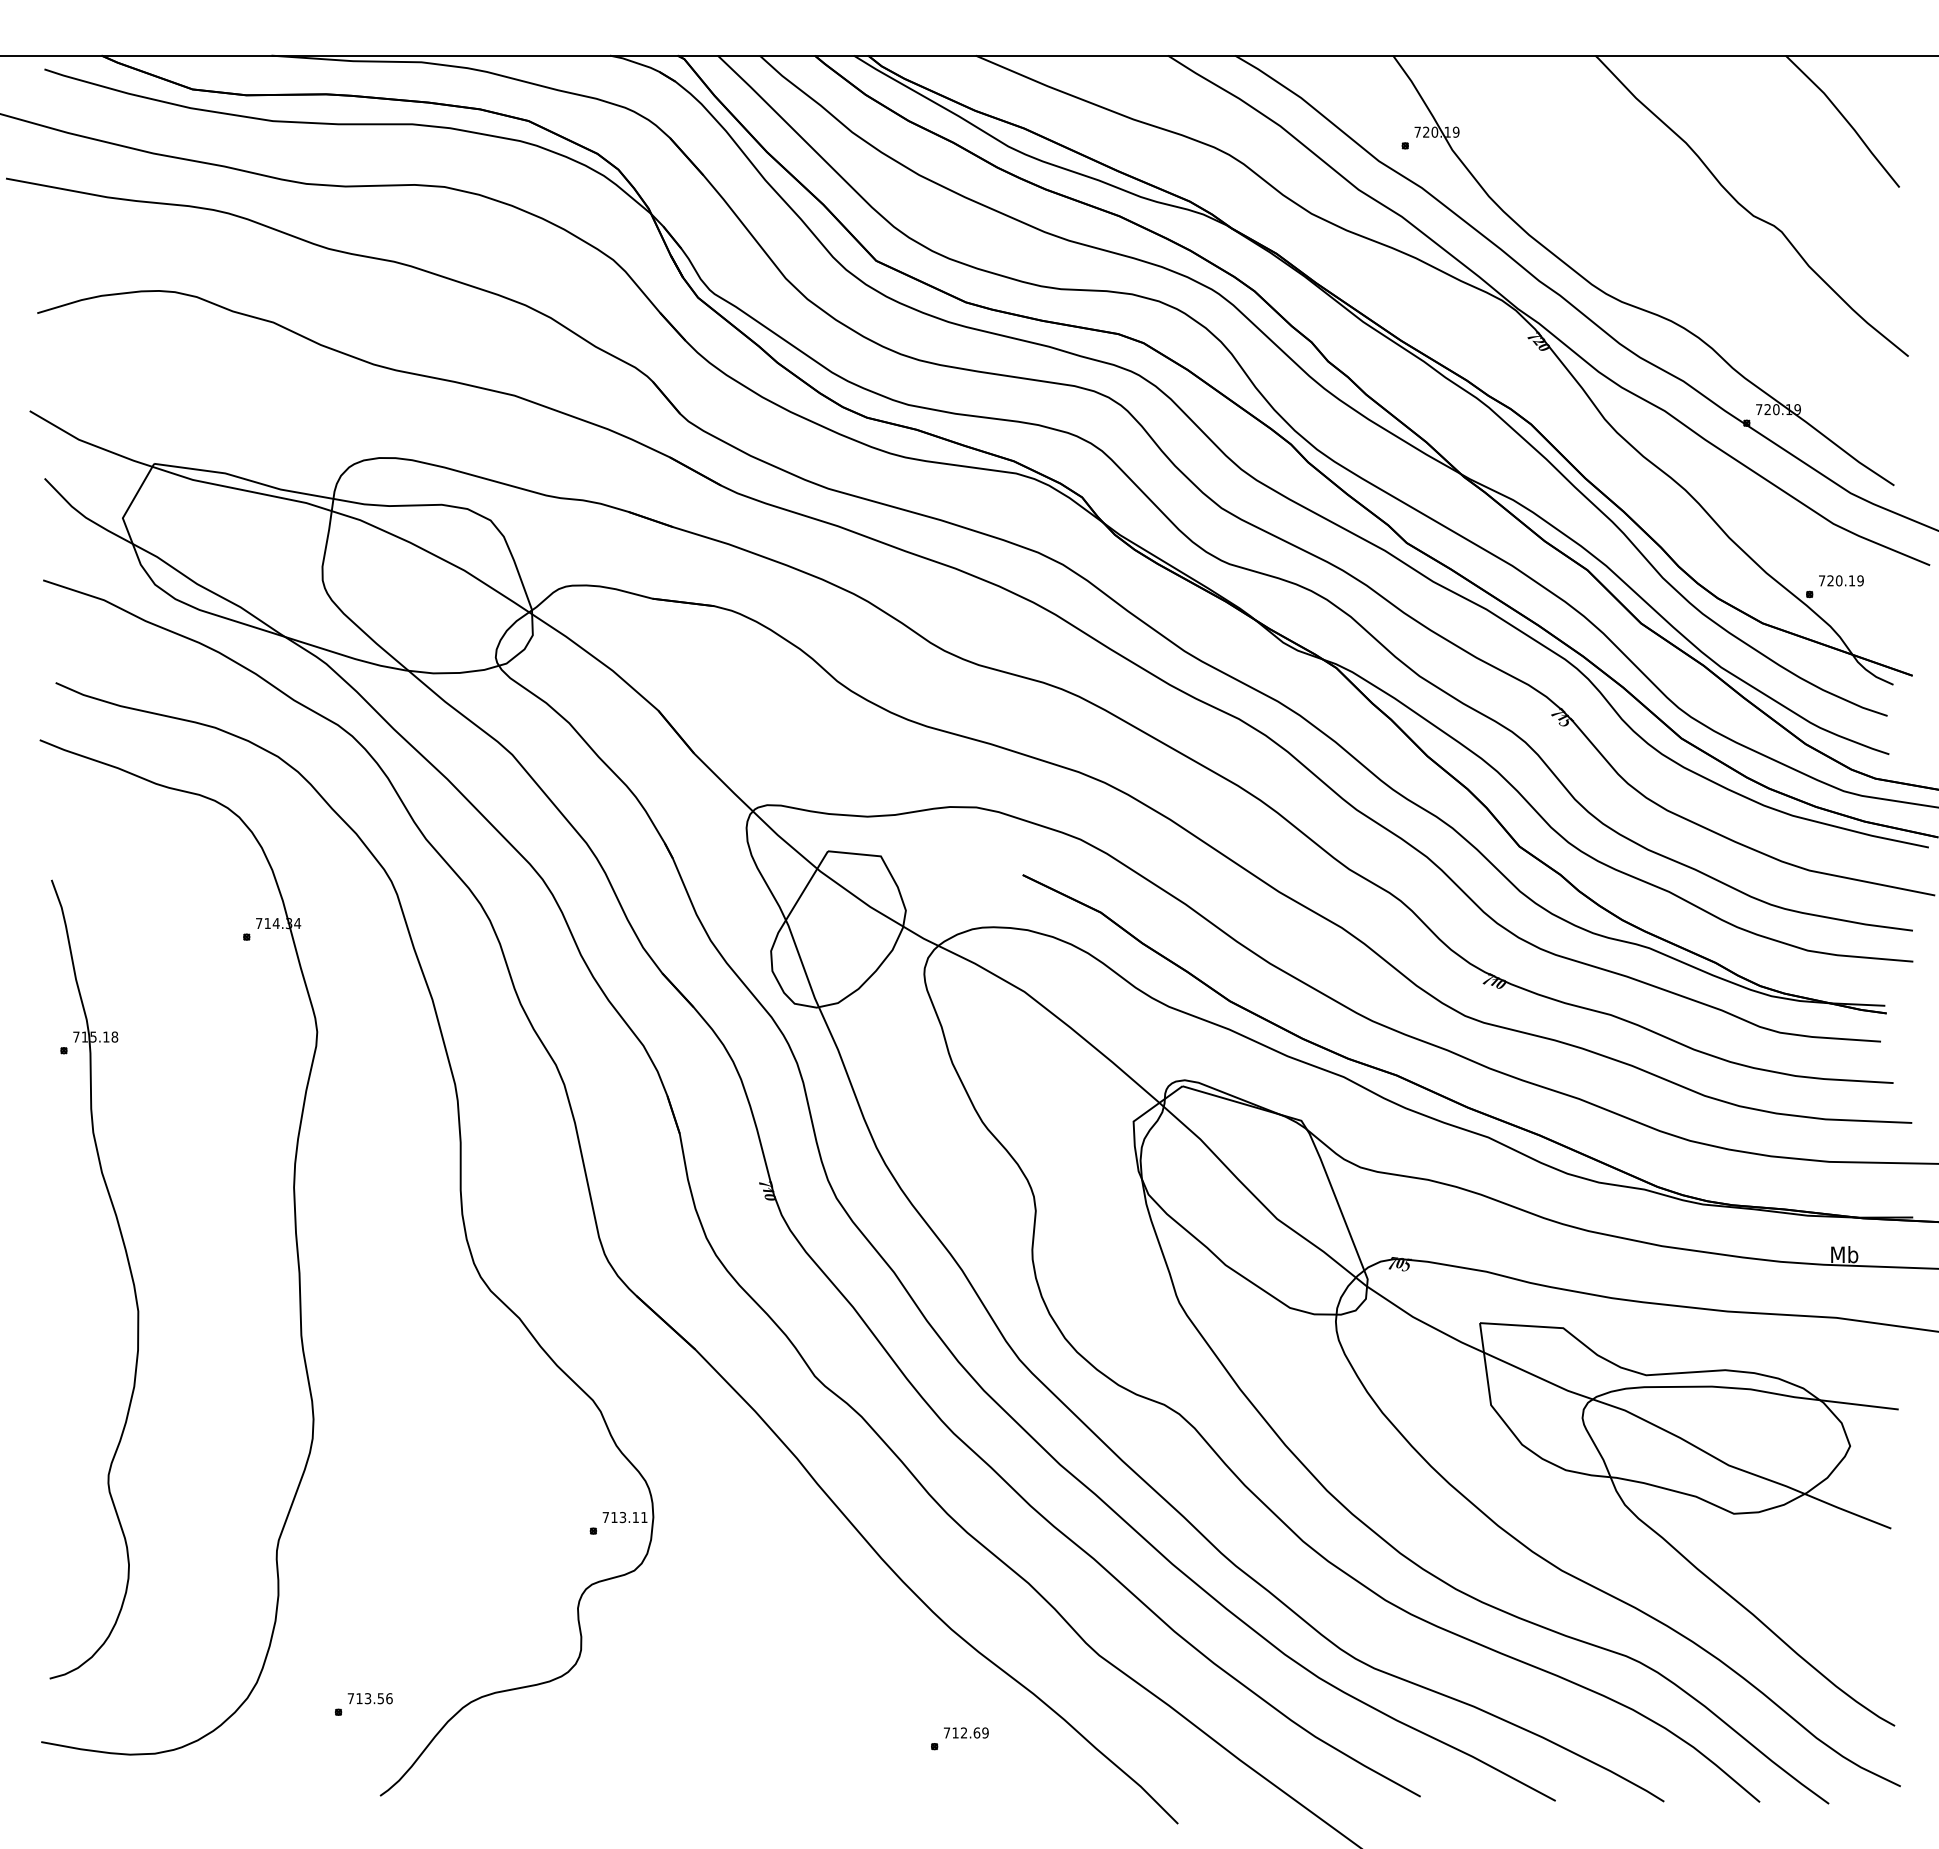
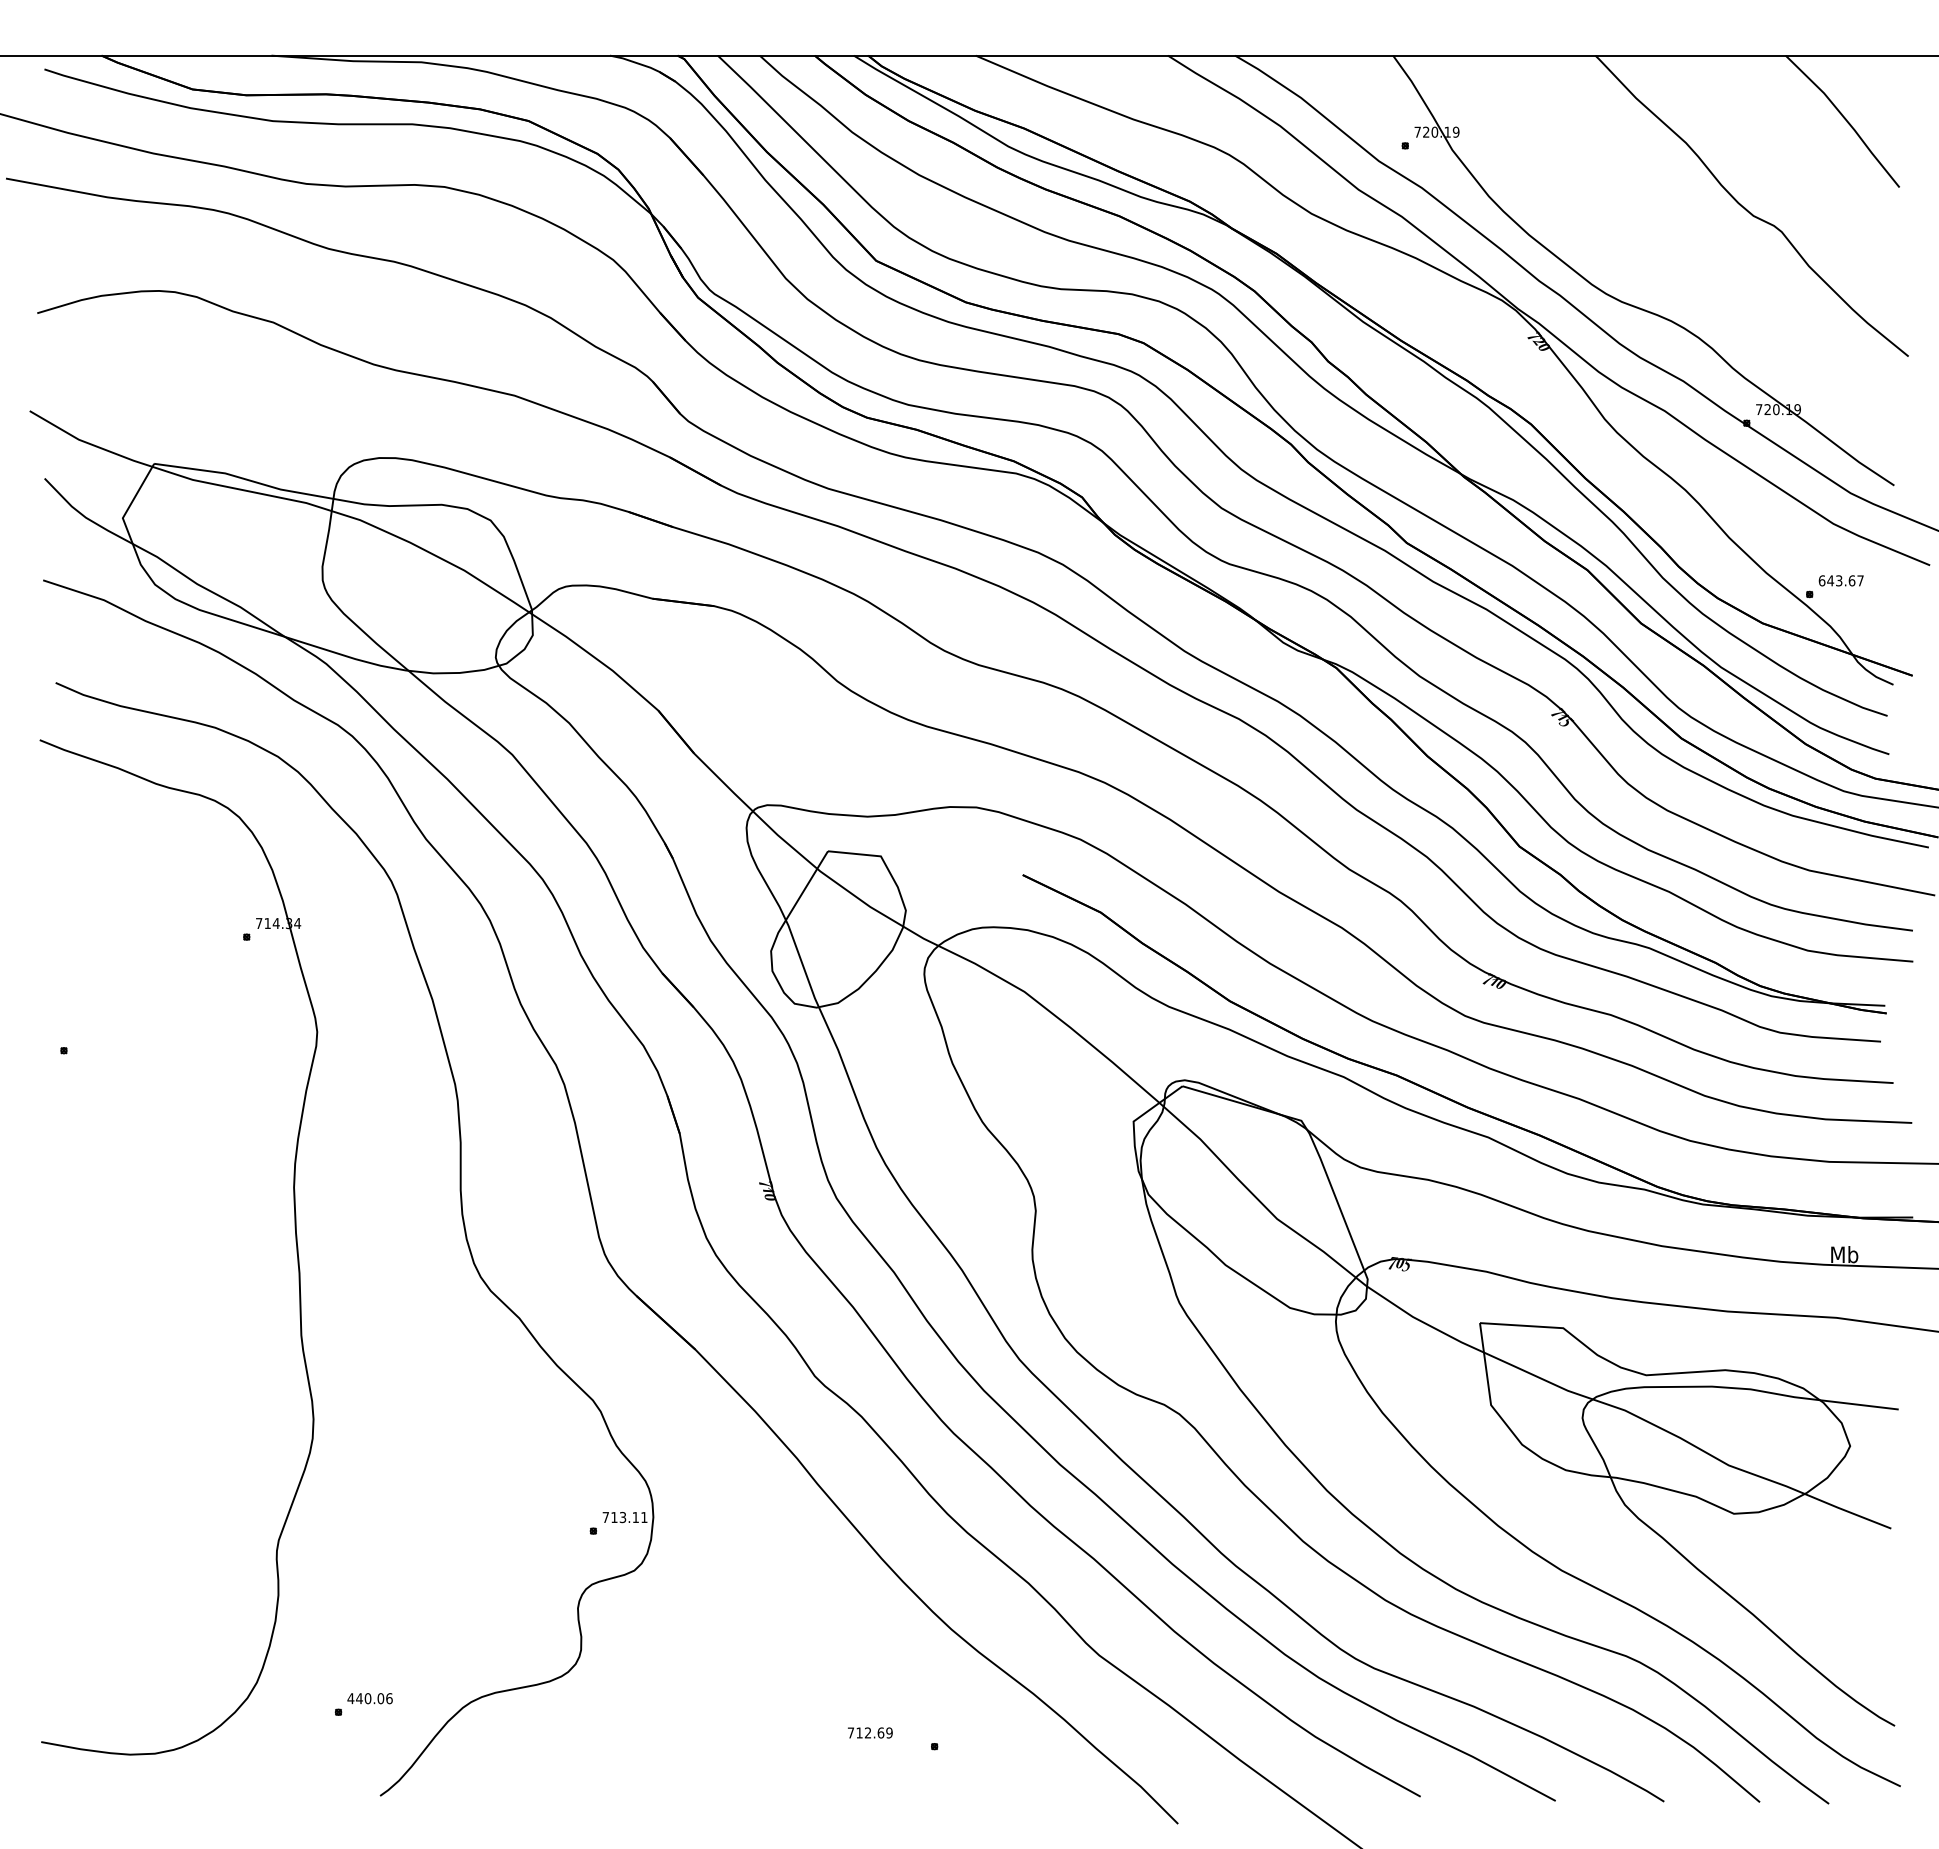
text at (1840, 580): 720.19 -> 643.67
part at (129, 1271): present -> none
text at (365, 1698): 713.56 -> 440.06
text at (966, 1732) position: (966, 1732) -> (870, 1732)
